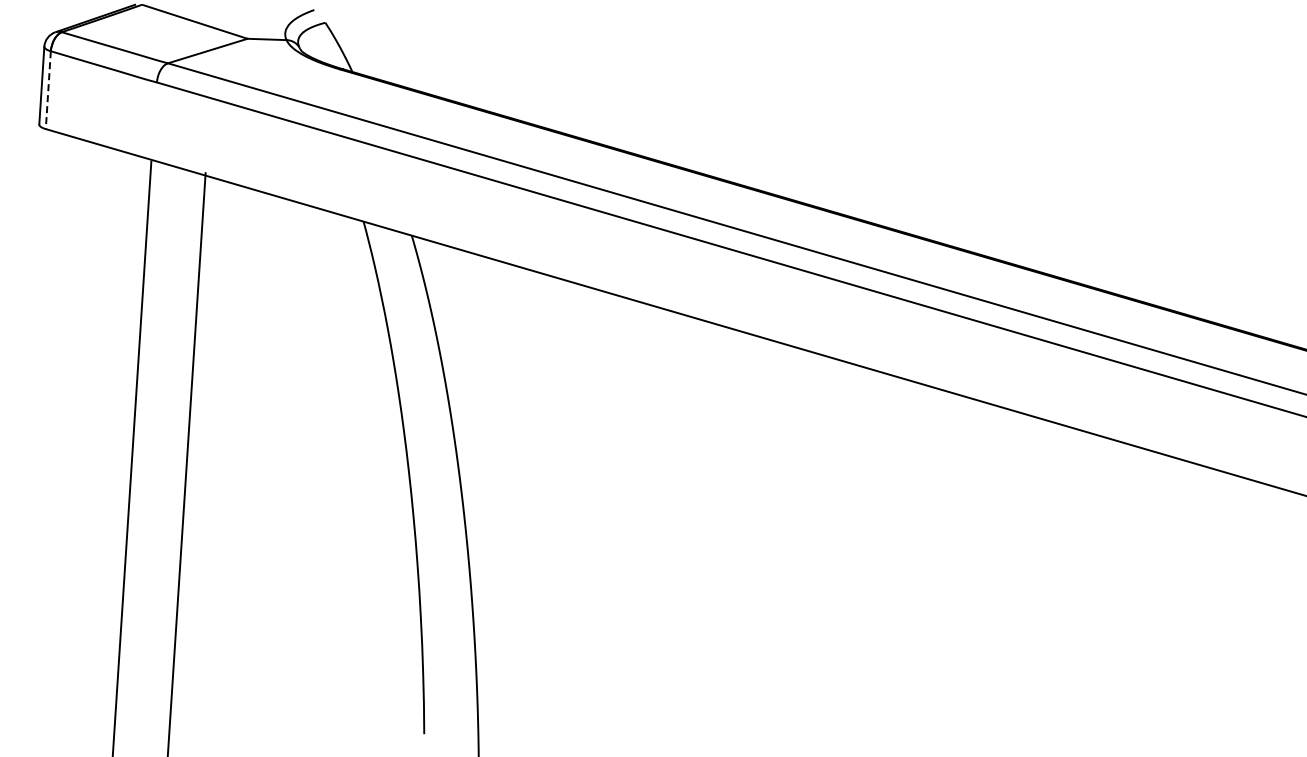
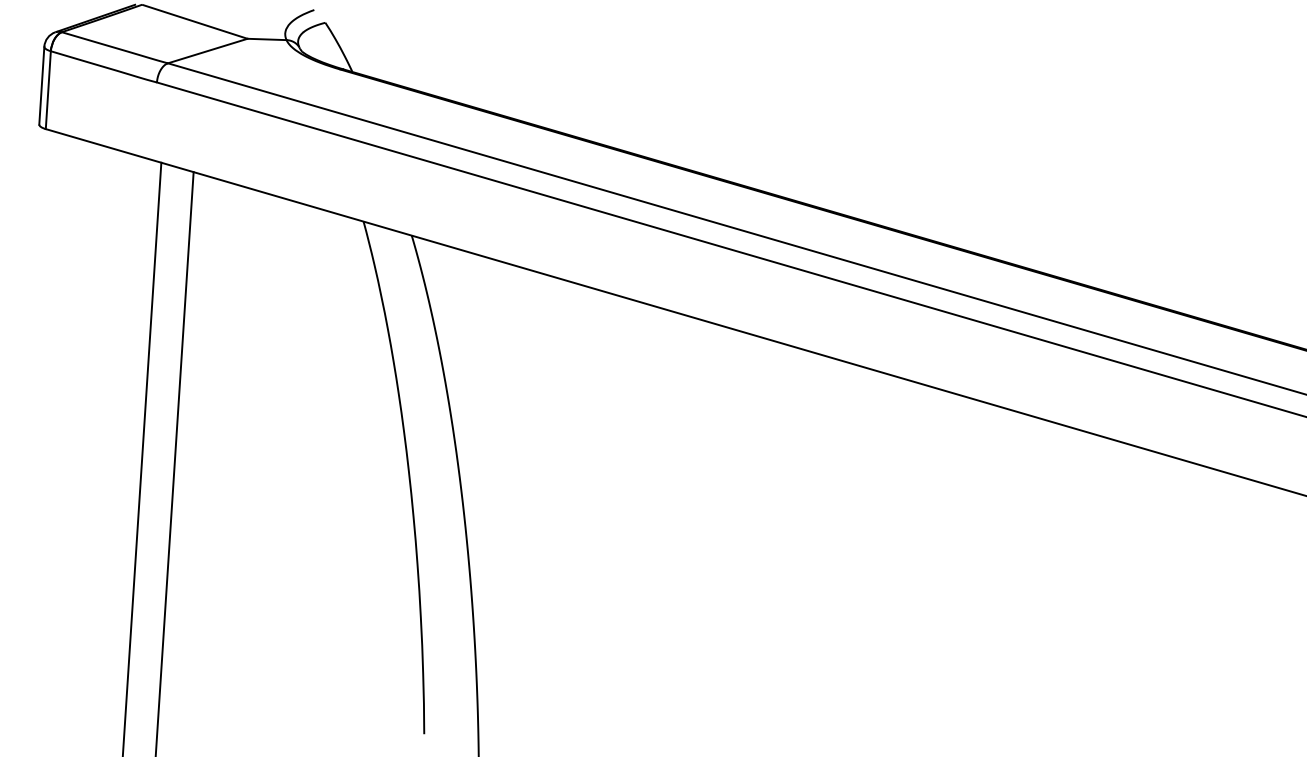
line at (48, 90): dashed -> solid
line at (131, 457) position: (131, 457) -> (142, 457)
line at (186, 463) position: (186, 463) -> (174, 462)
